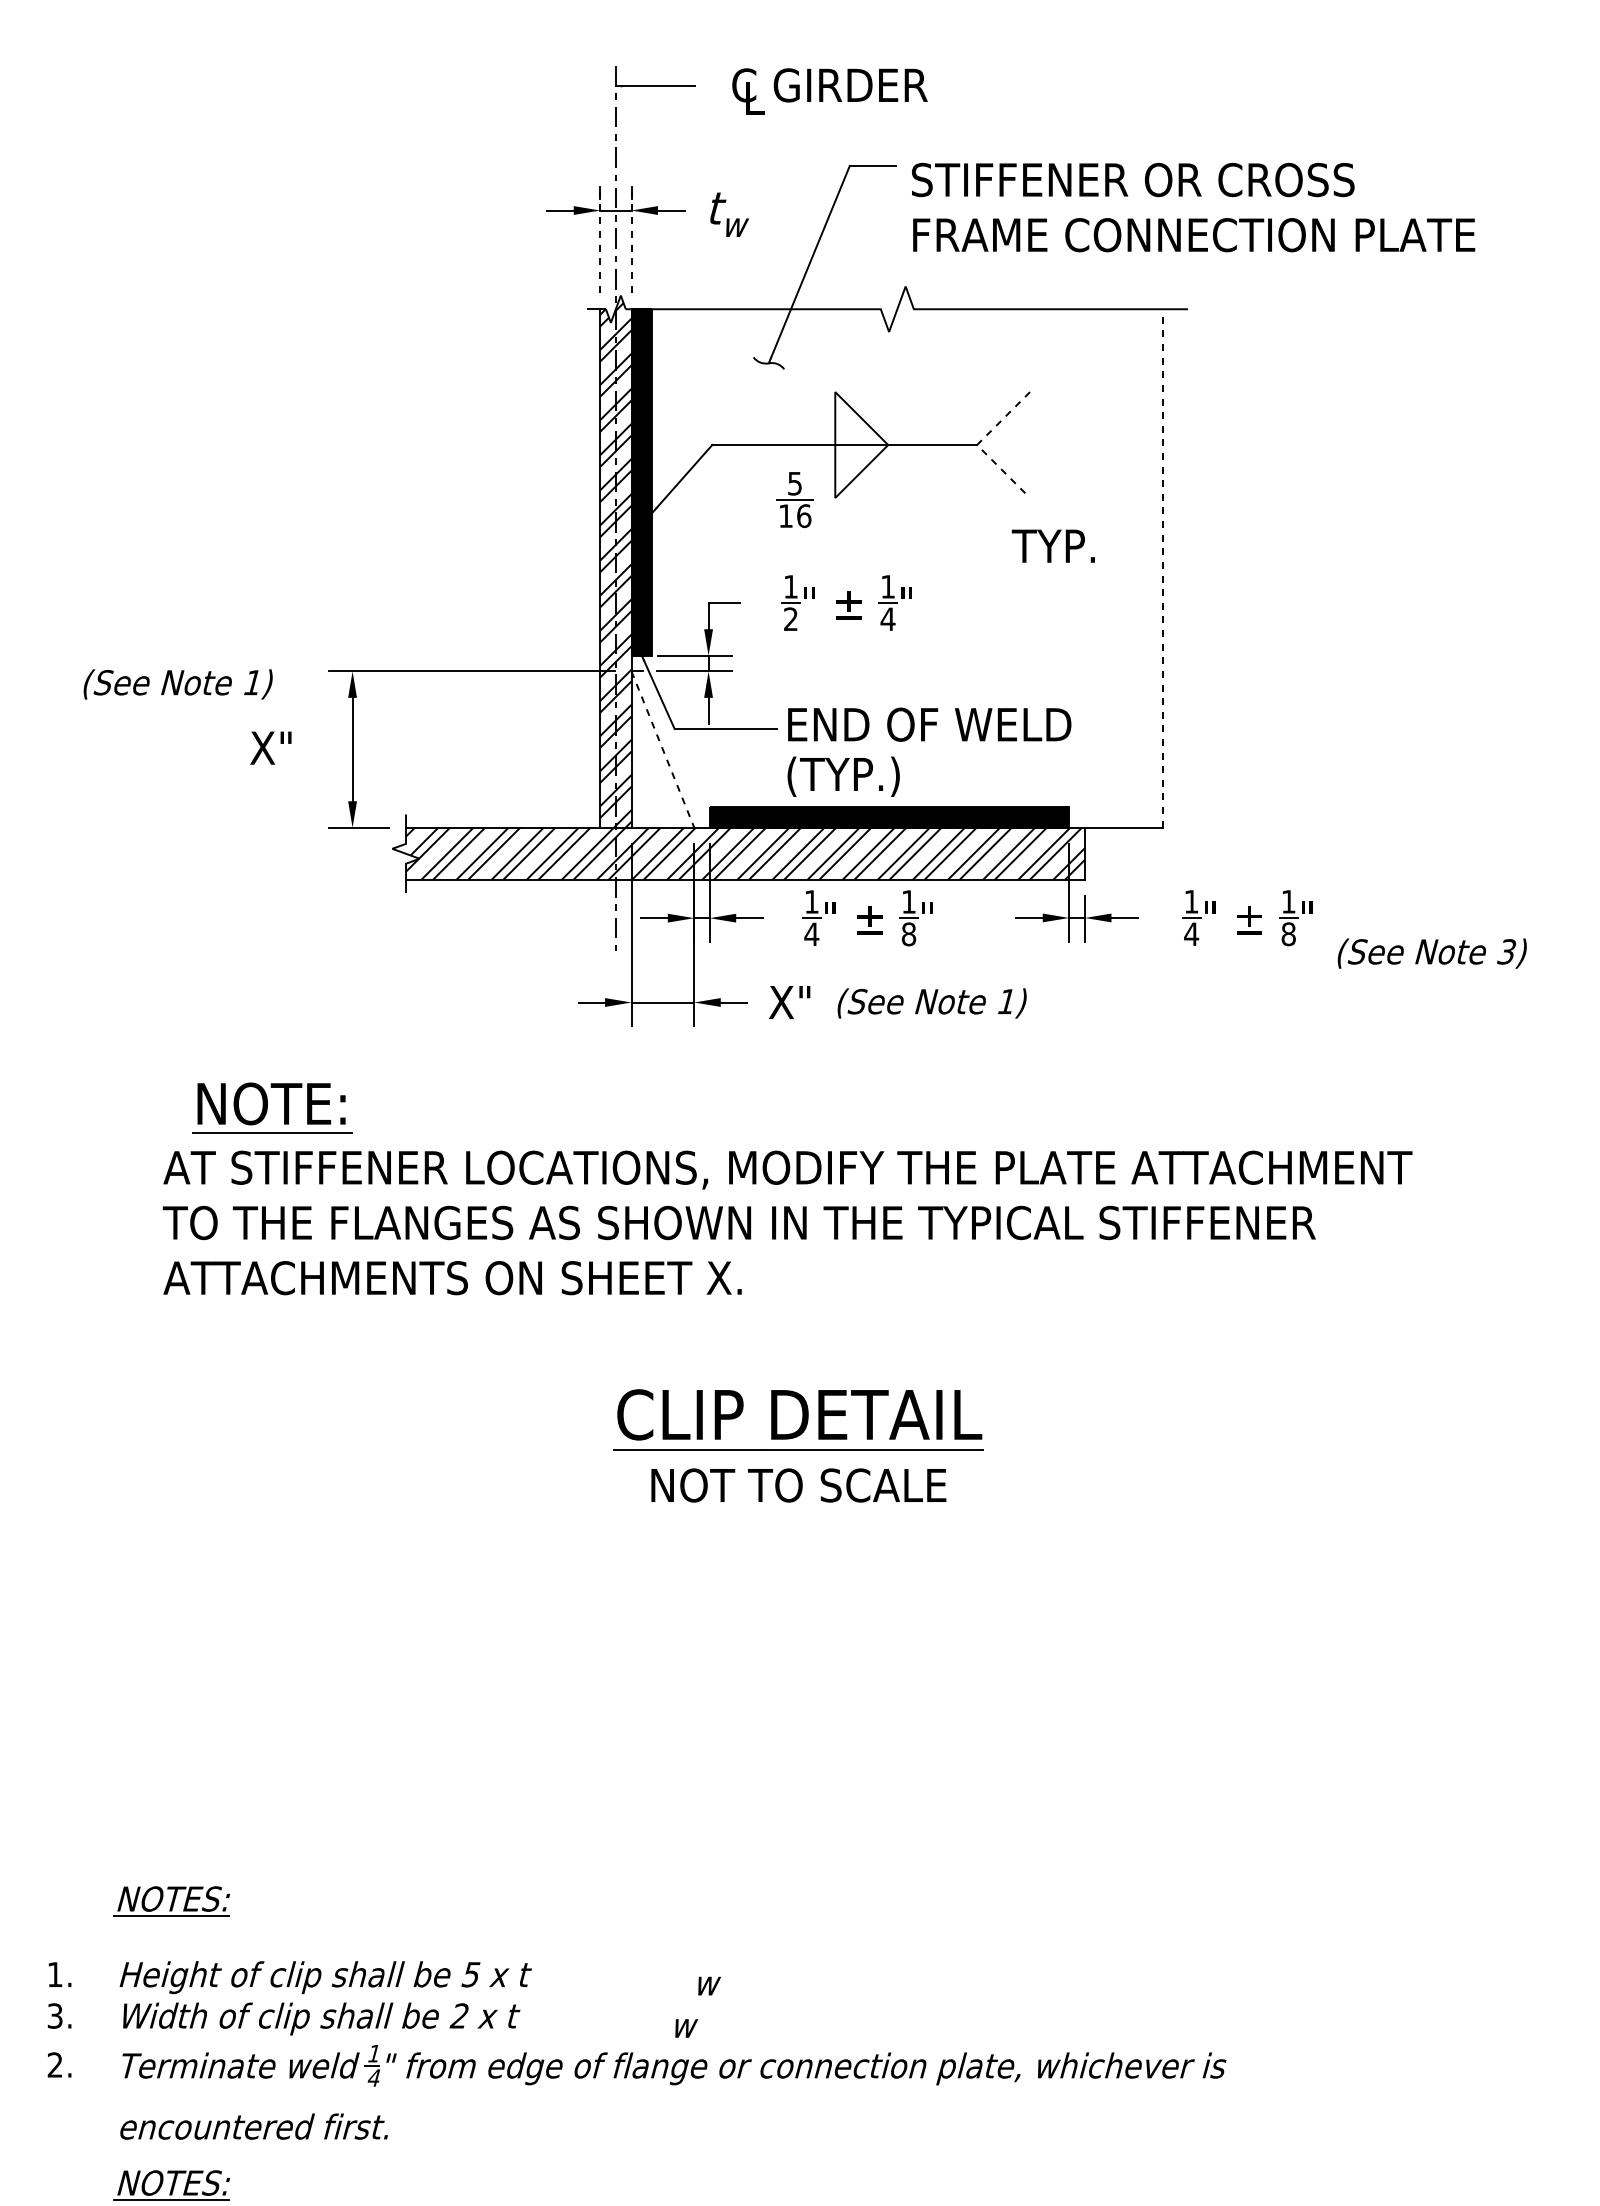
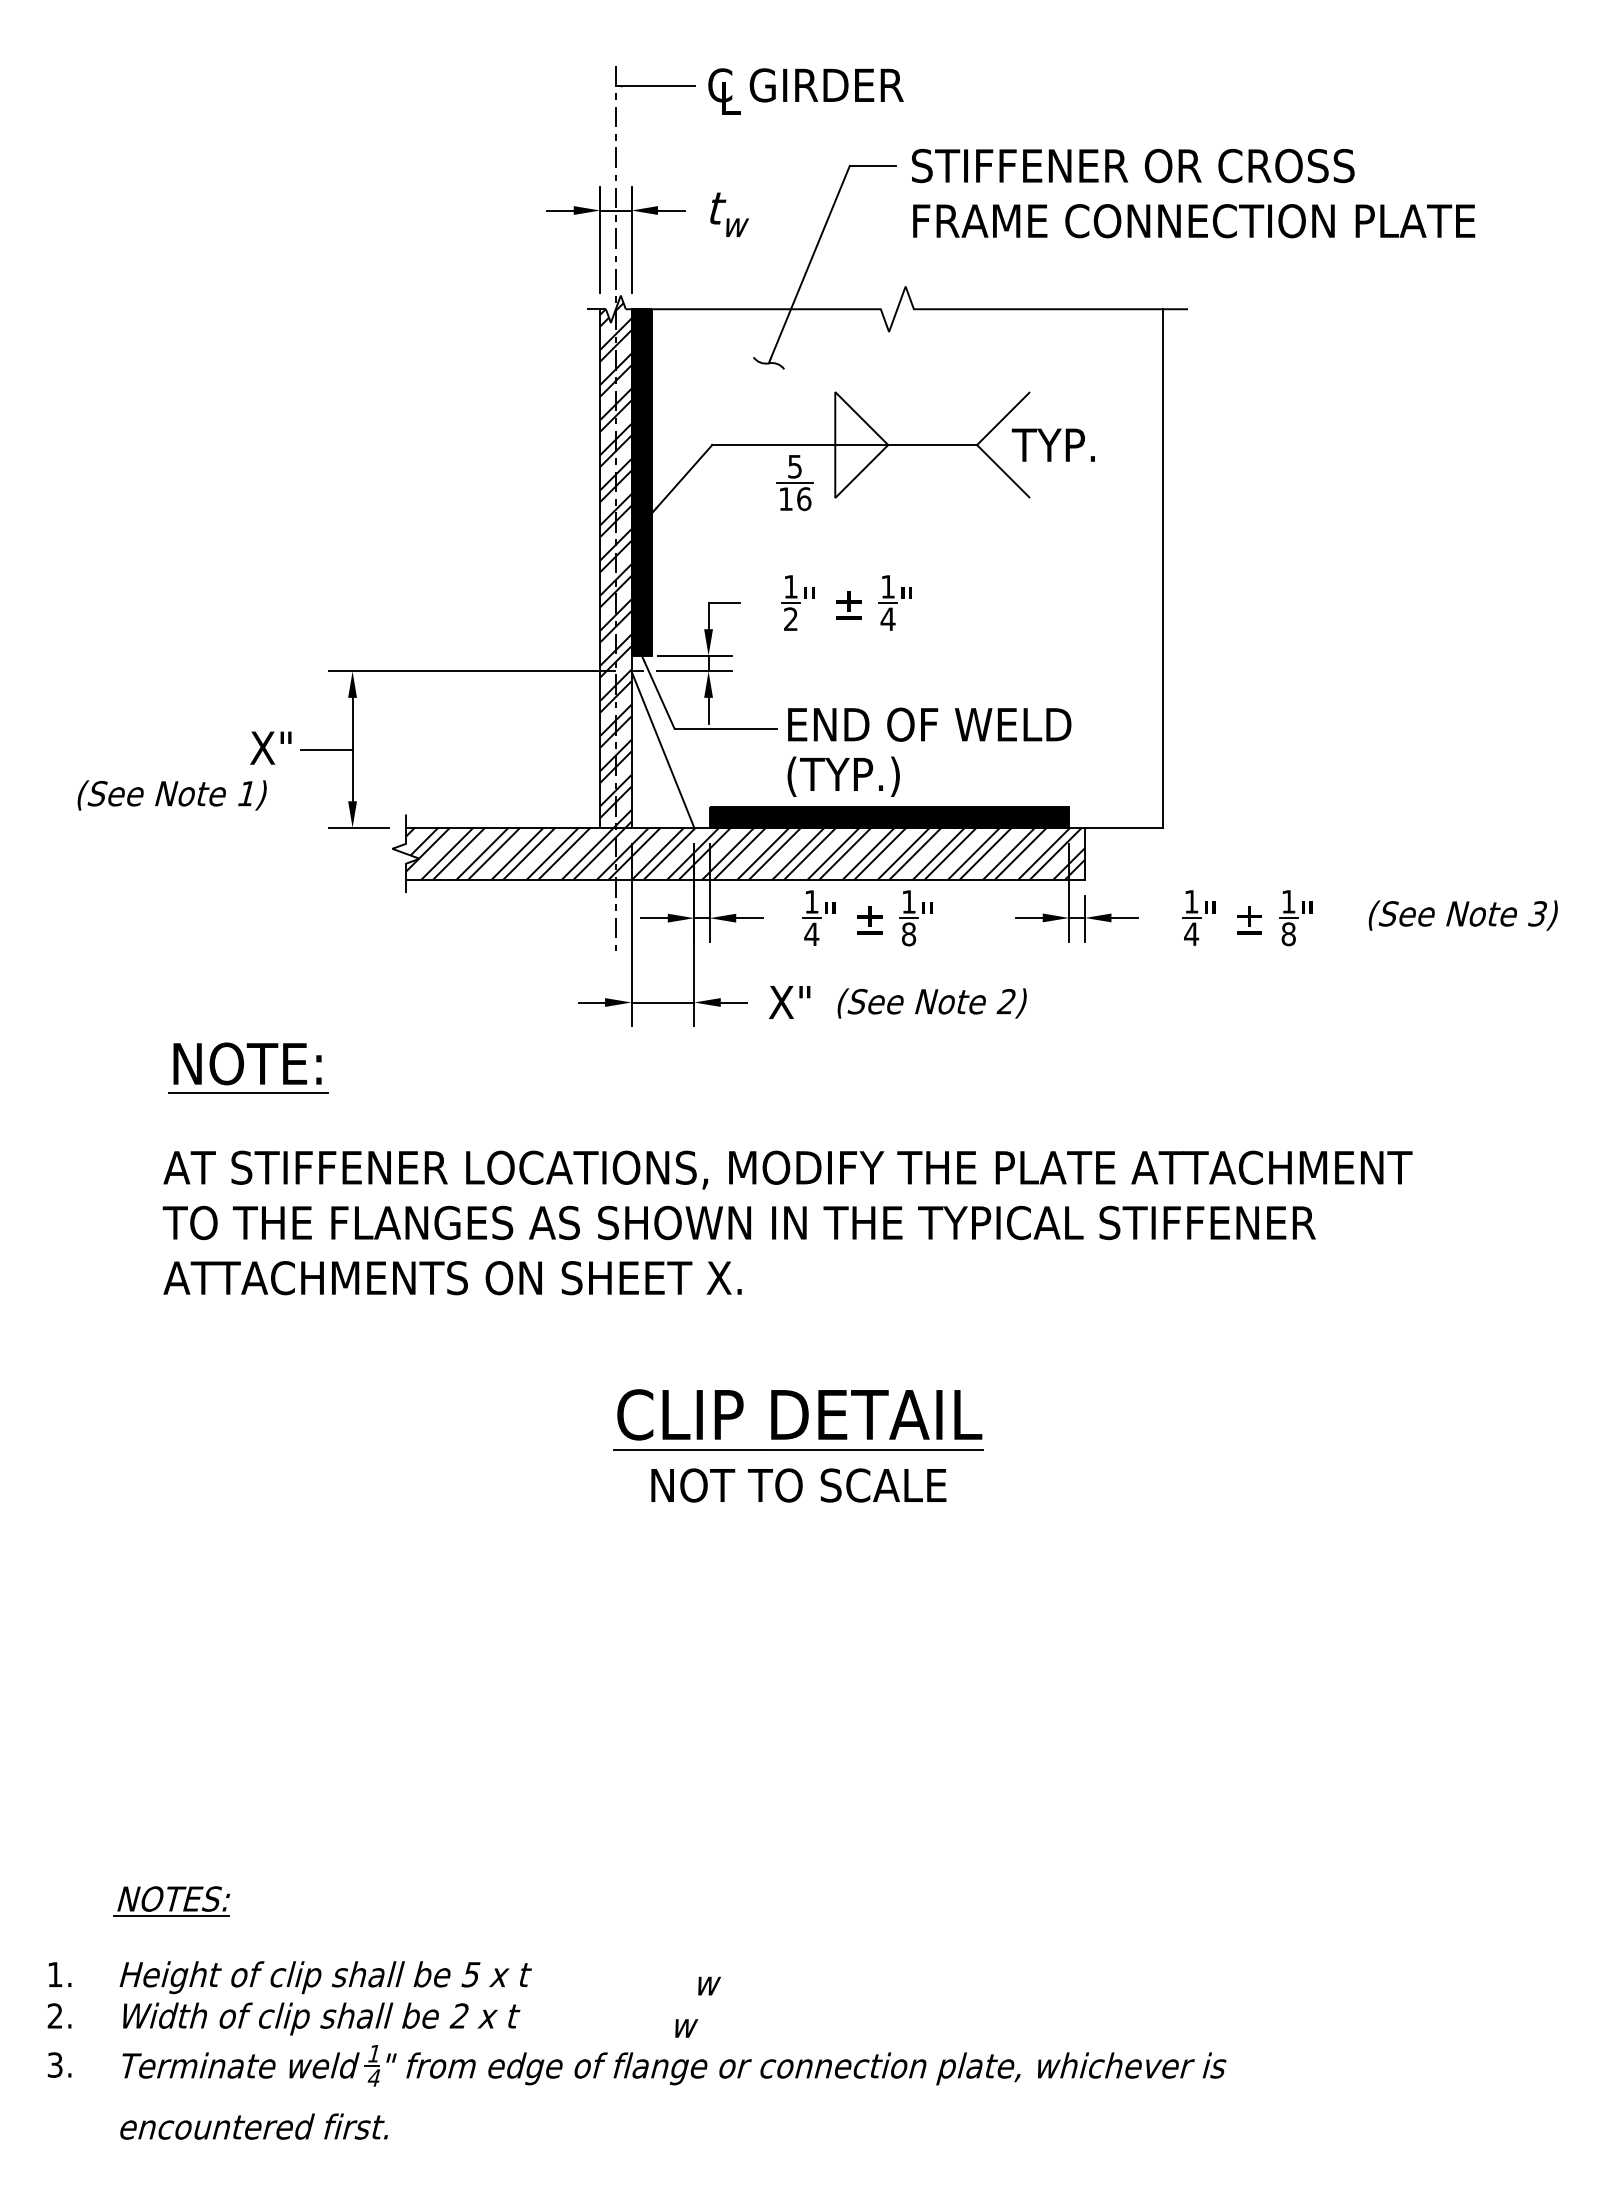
text at (829, 91) position: (829, 91) -> (805, 91)
text at (1193, 207) position: (1193, 207) -> (1193, 193)
line at (600, 239): dashed -> solid
line at (631, 239): dashed -> solid
line at (977, 445): dashed -> solid
part at (794, 500) position: (794, 500) -> (794, 483)
text at (1052, 545) position: (1052, 545) -> (1052, 444)
line at (1163, 568): dashed -> solid
text at (177, 684) position: (177, 684) -> (171, 795)
line at (326, 749): none -> present
line at (663, 750): dashed -> solid
text at (1431, 953) position: (1431, 953) -> (1462, 915)
text at (1005, 1001): 1) -> 2)
part at (272, 1107) position: (272, 1107) -> (248, 1067)
text at (54, 2015): 3. -> 2.
text at (54, 2064): 2. -> 3.
part at (171, 2185): present -> none
